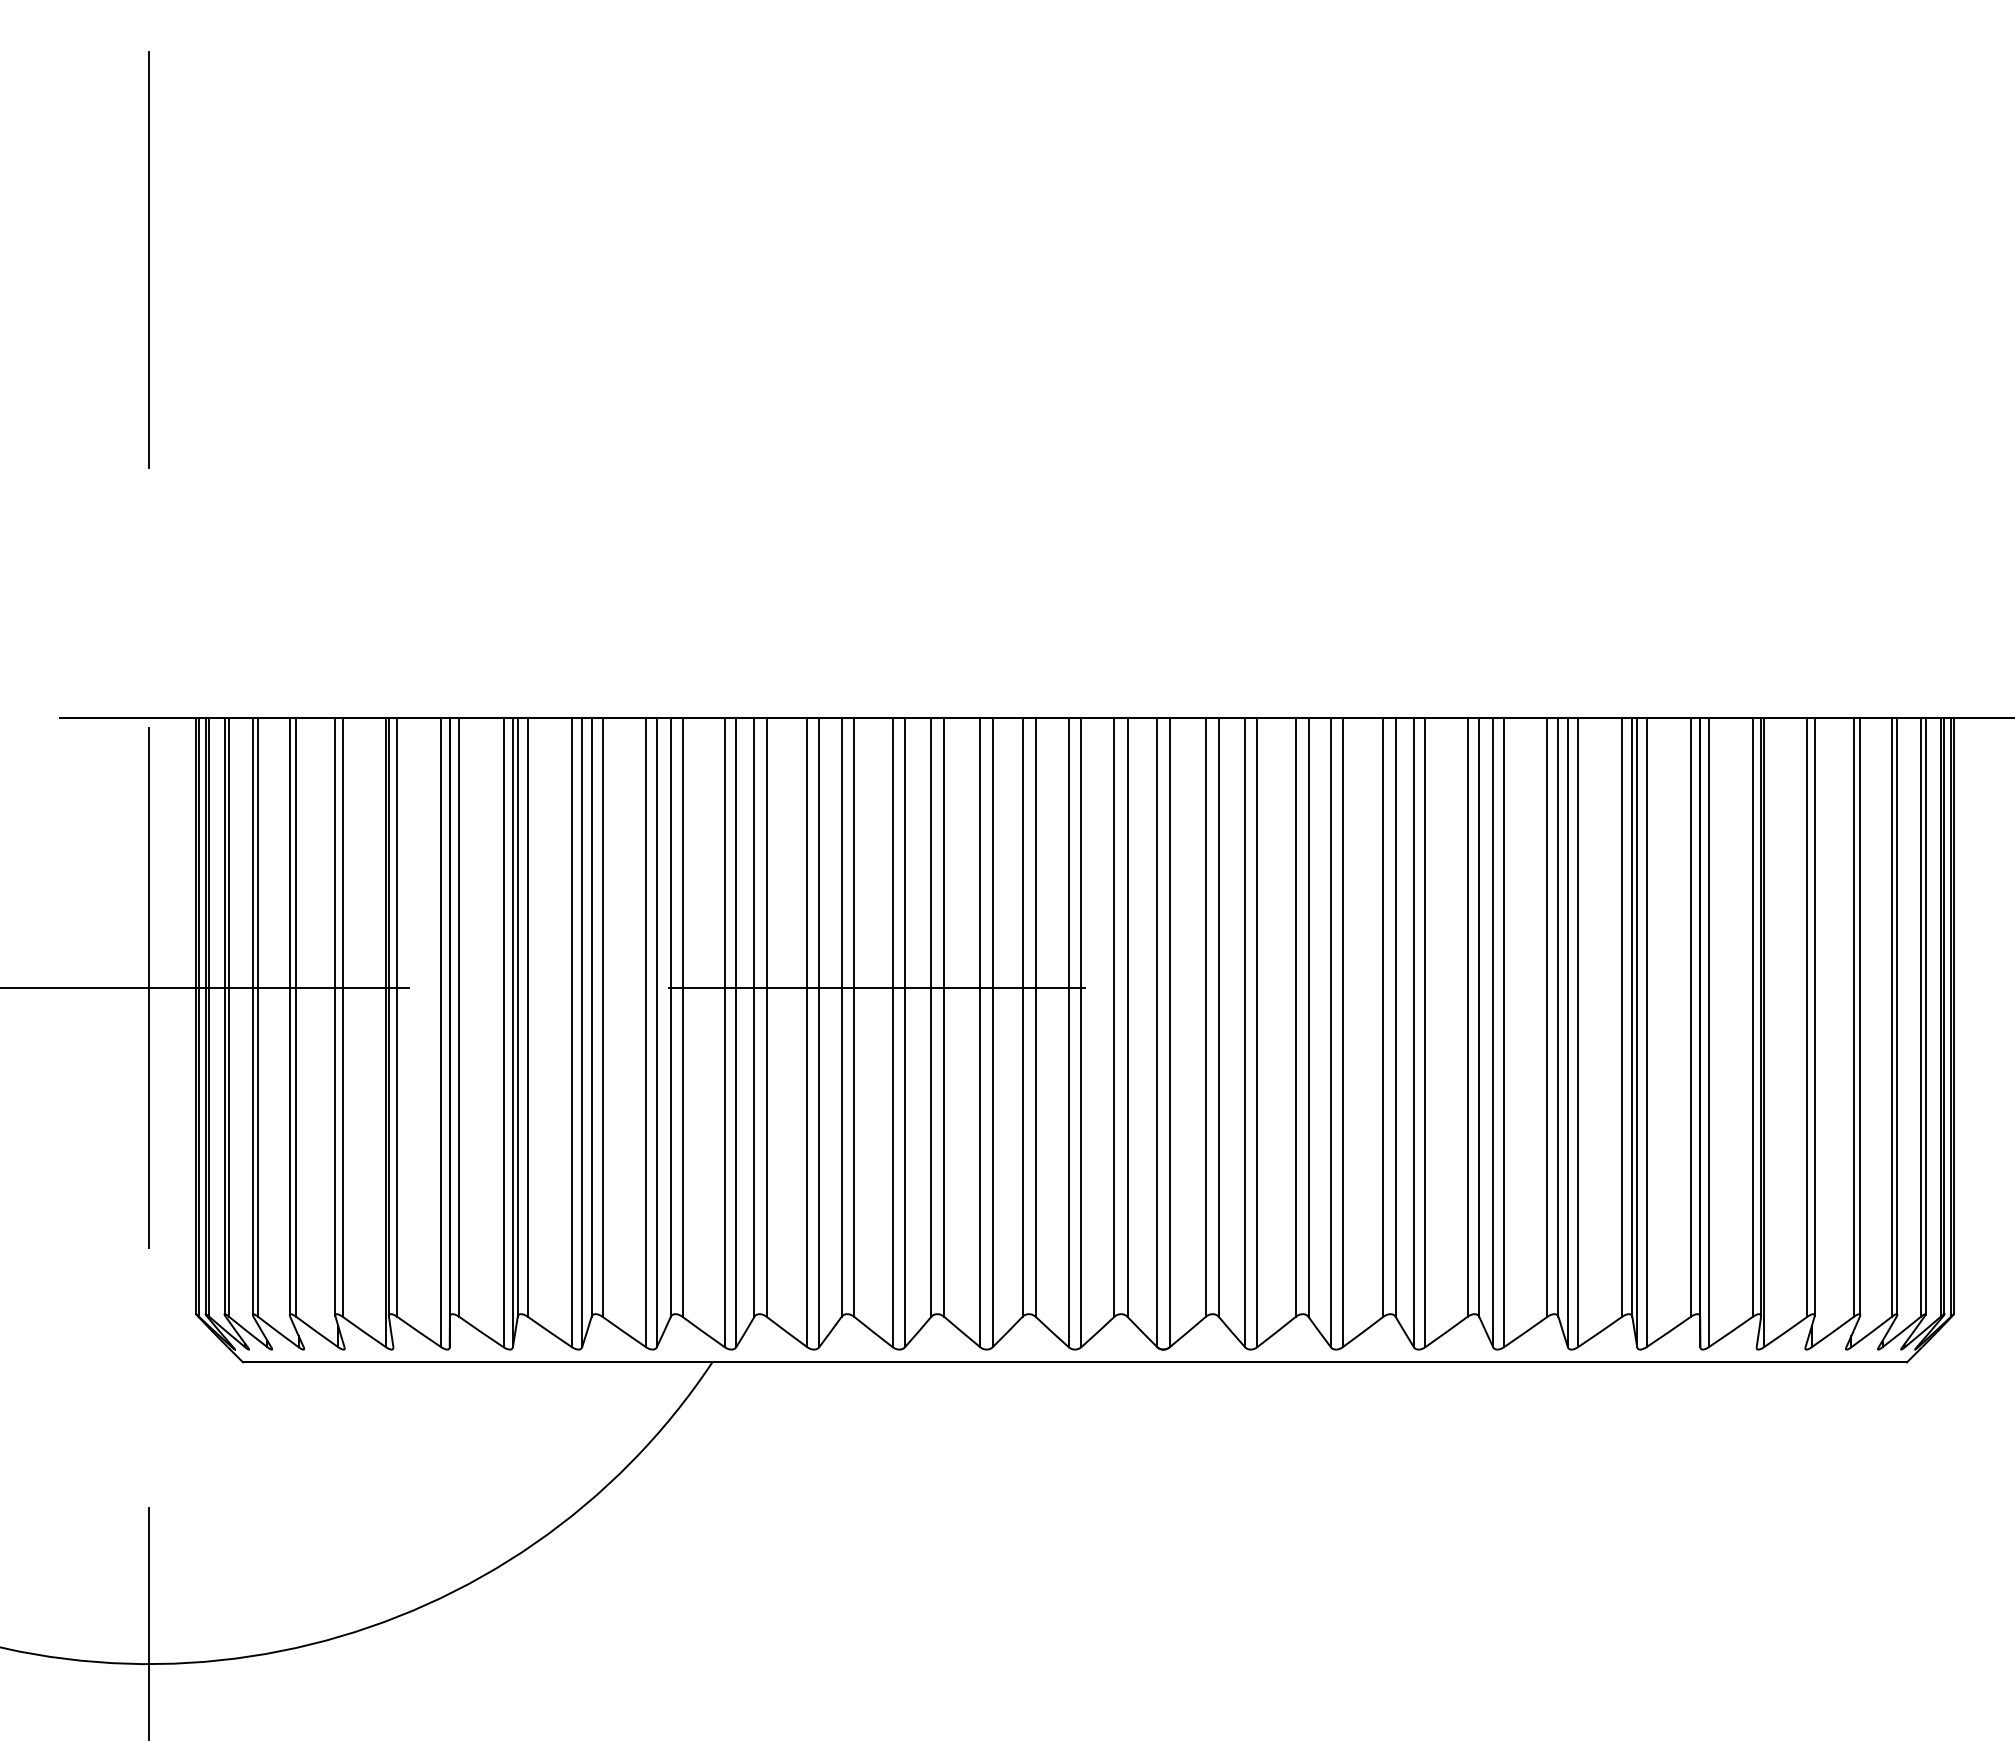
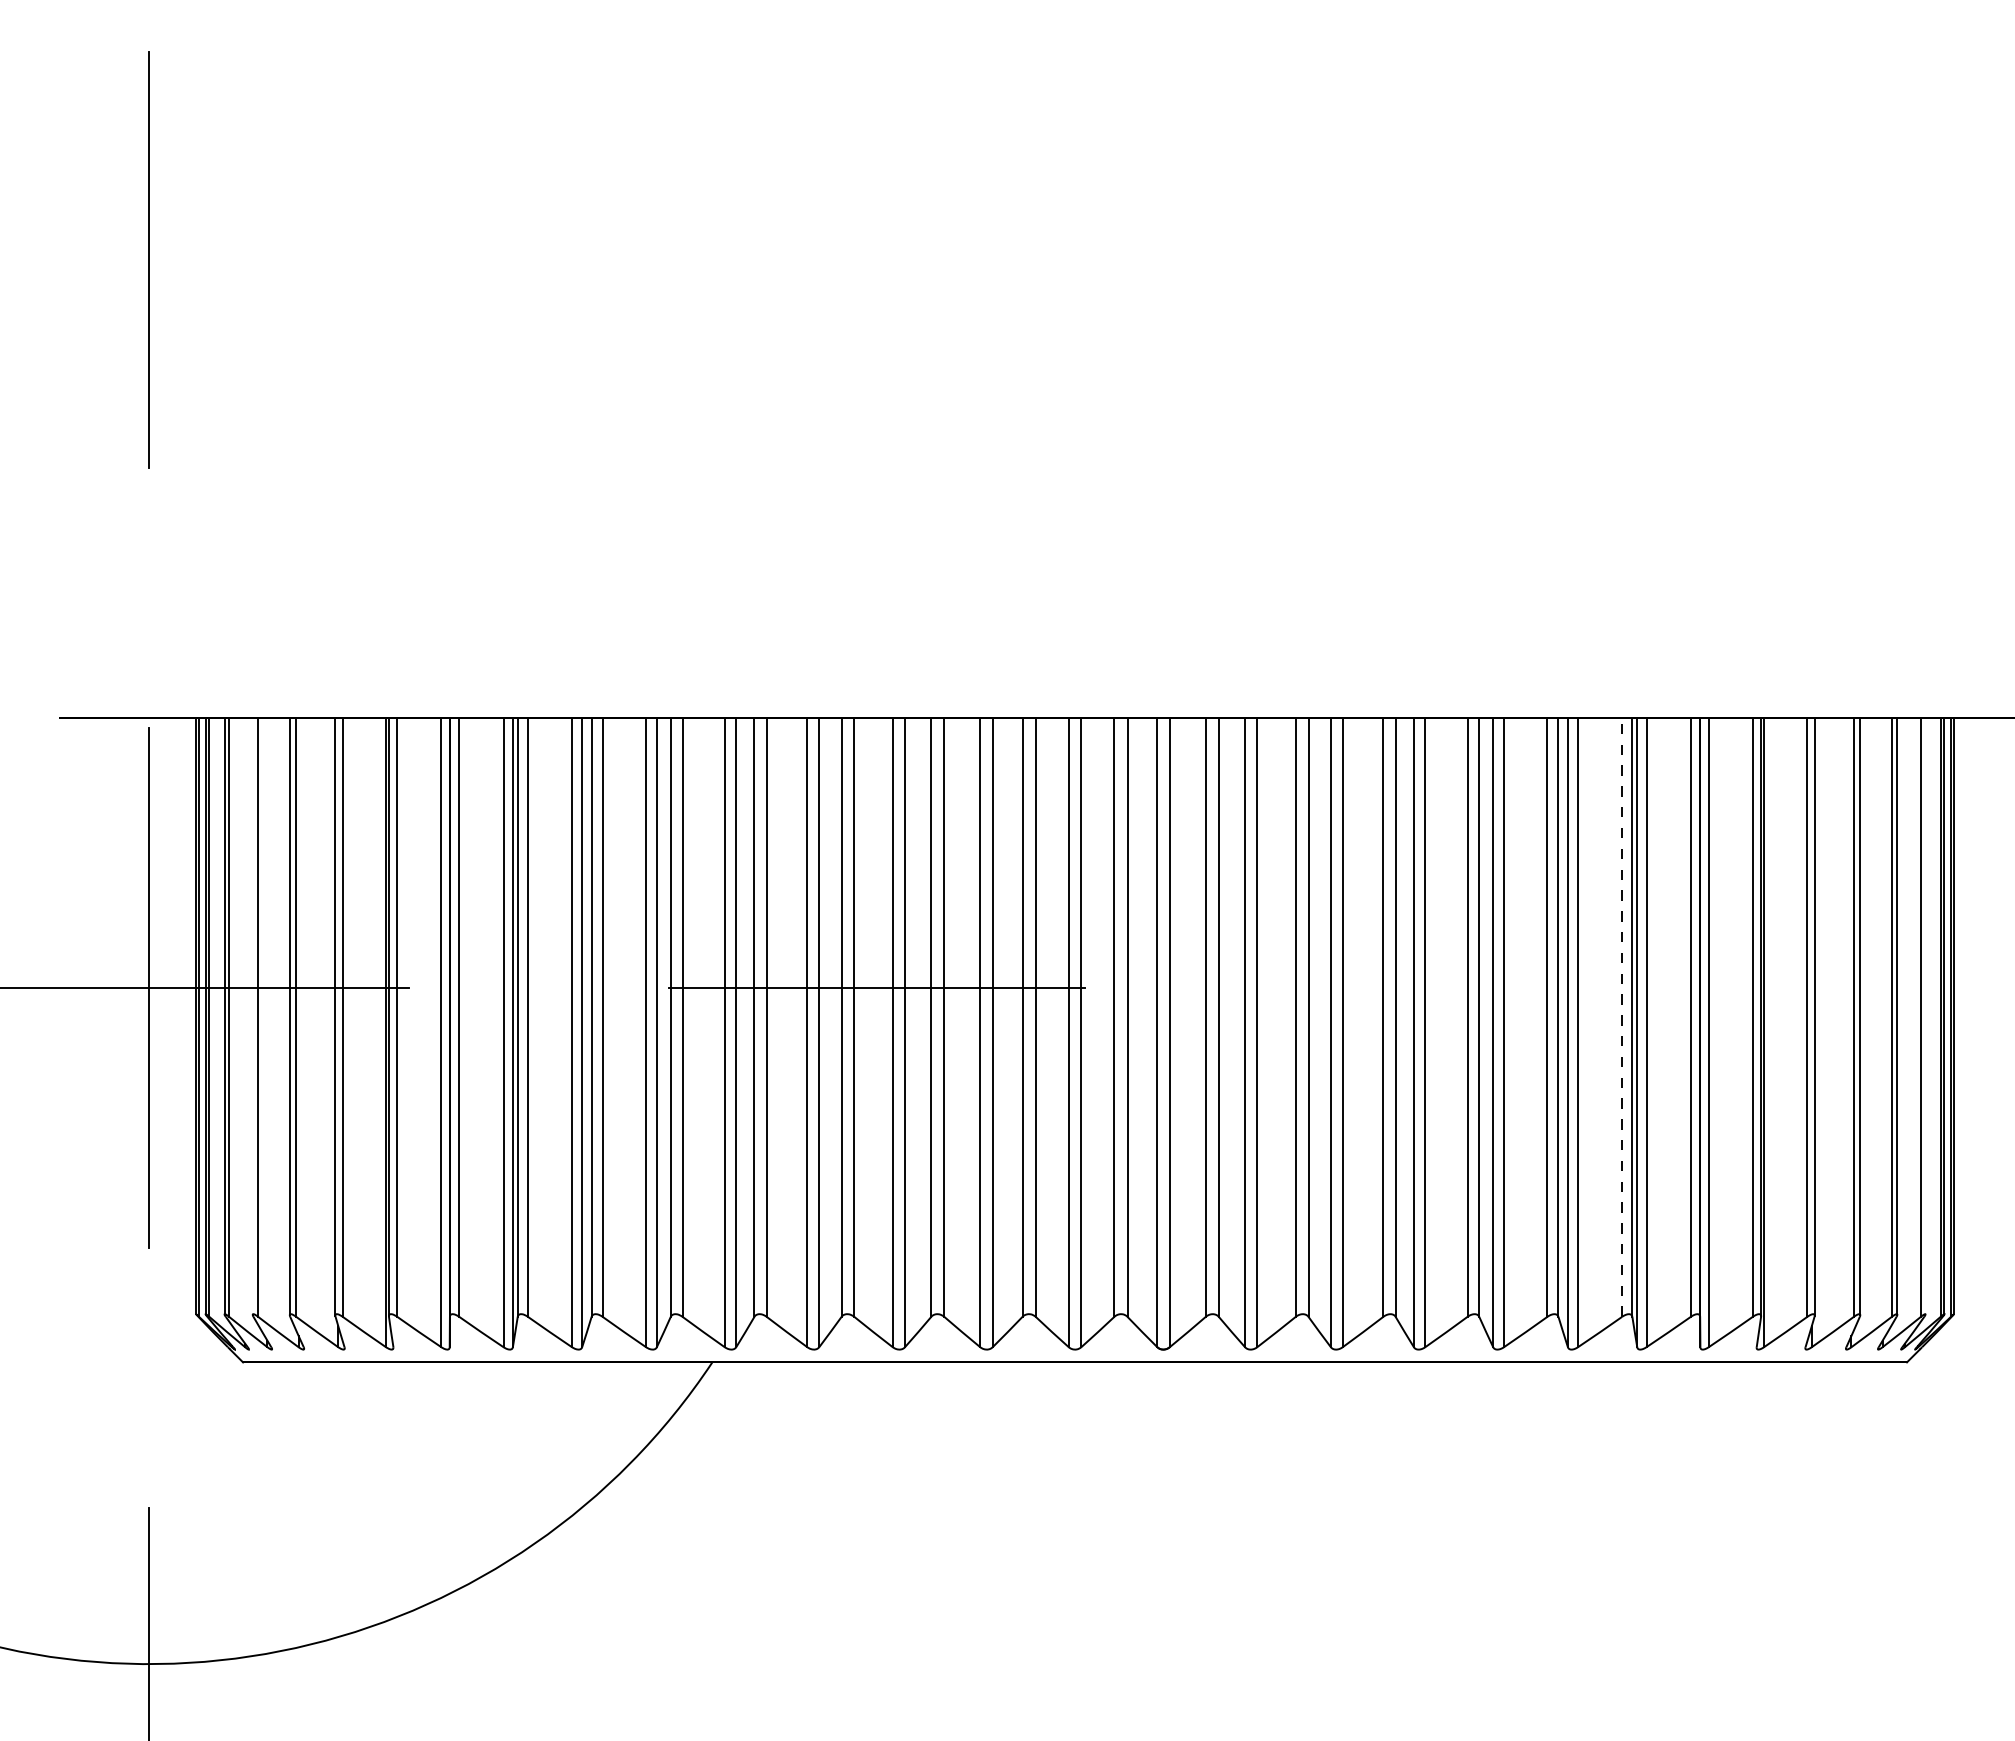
line at (252, 1015): present -> none
line at (1925, 1015): present -> none
line at (1622, 1017): solid -> dashed
